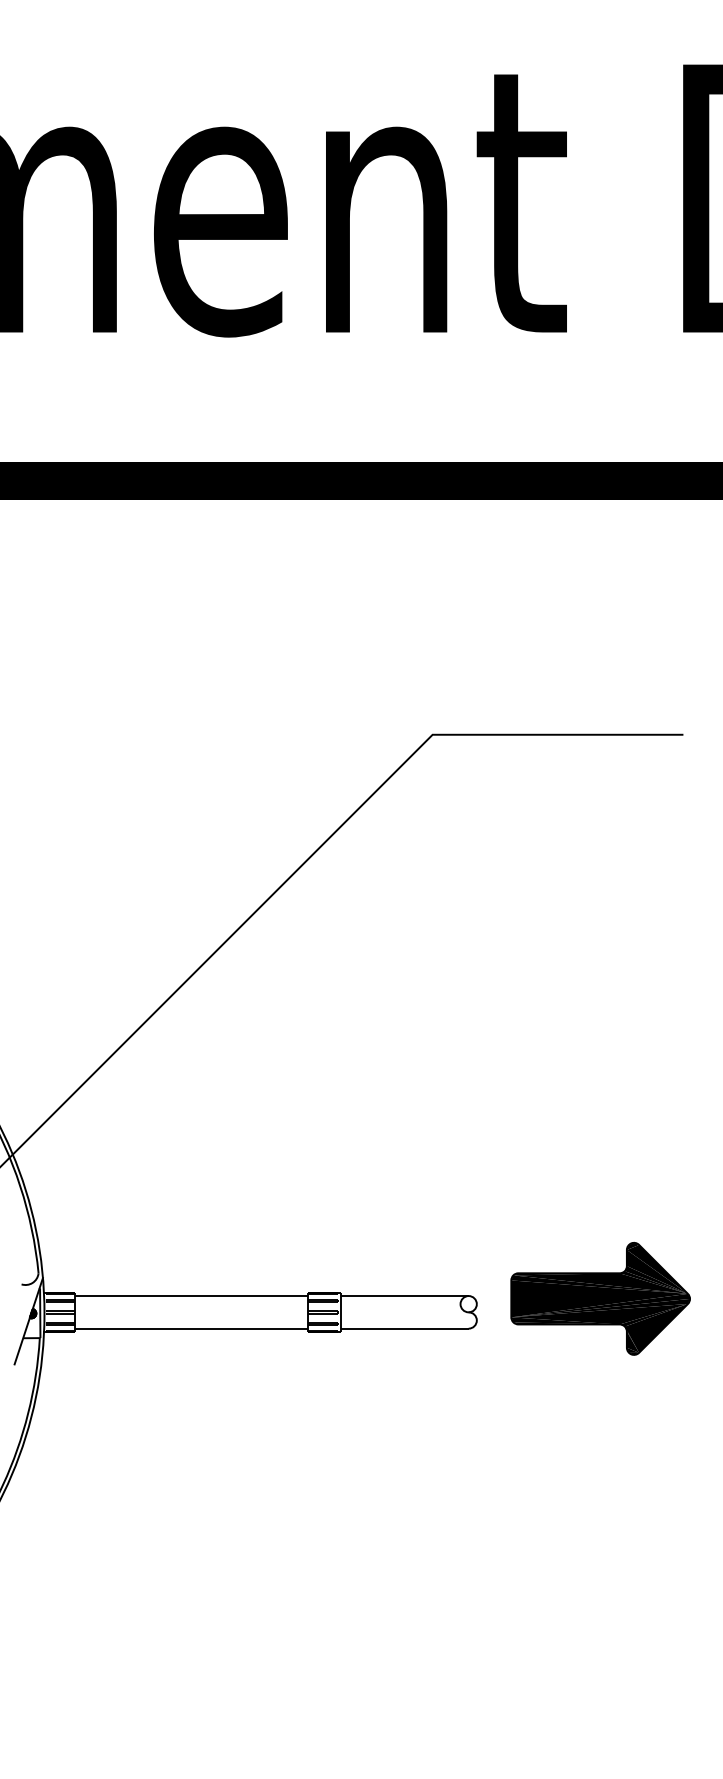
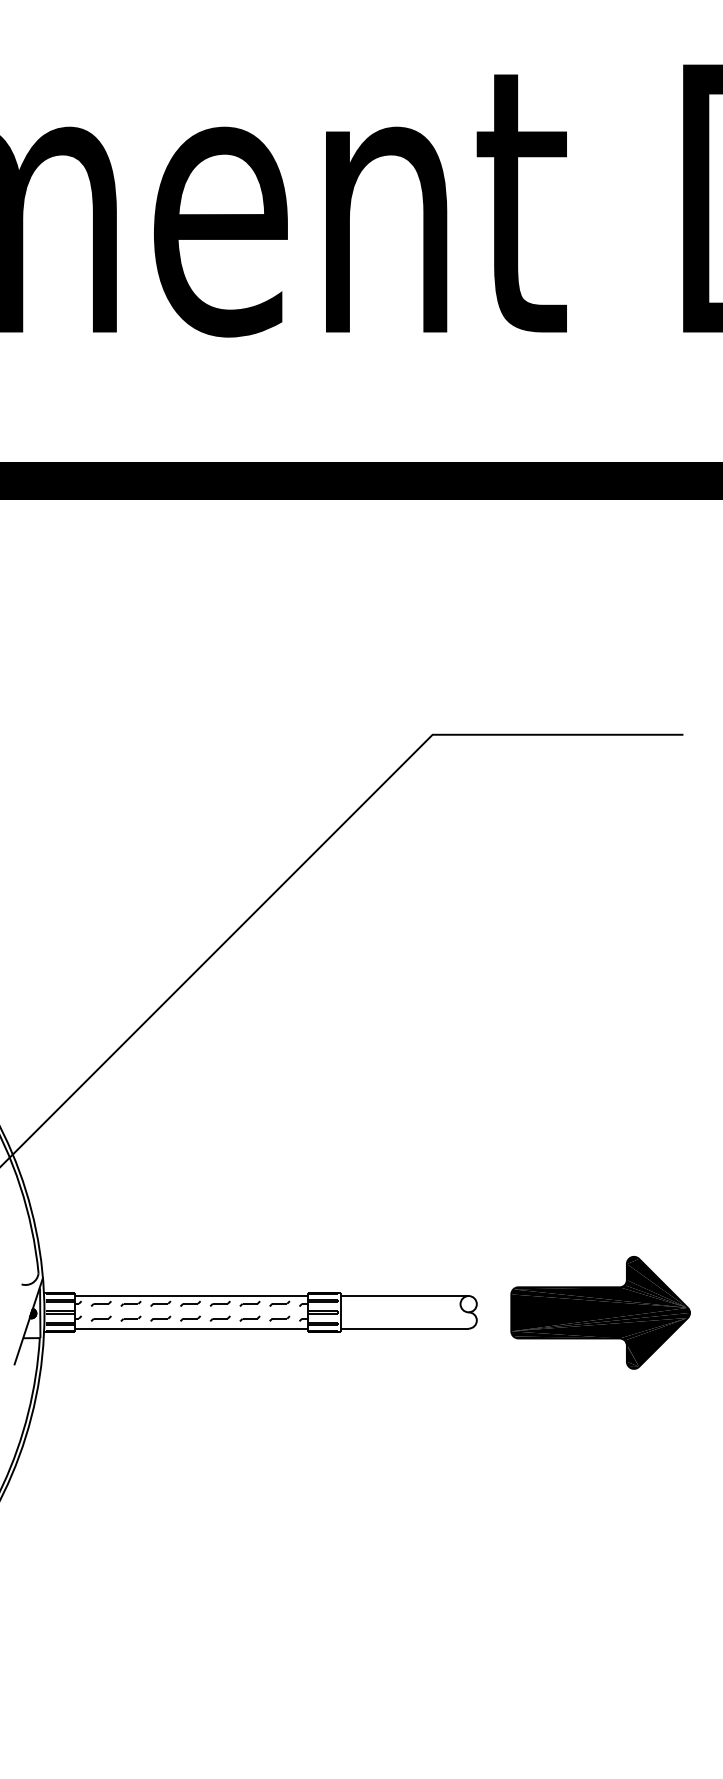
part at (600, 1298) position: (600, 1298) -> (600, 1312)
hatch at (191, 1311): none -> present
